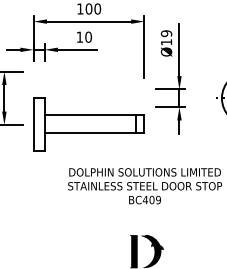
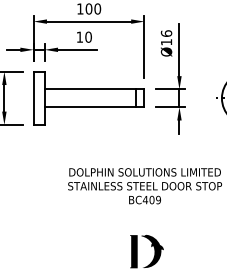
text at (166, 33): Ø19 -> Ø16
part at (88, 124) position: (88, 124) -> (88, 98)
